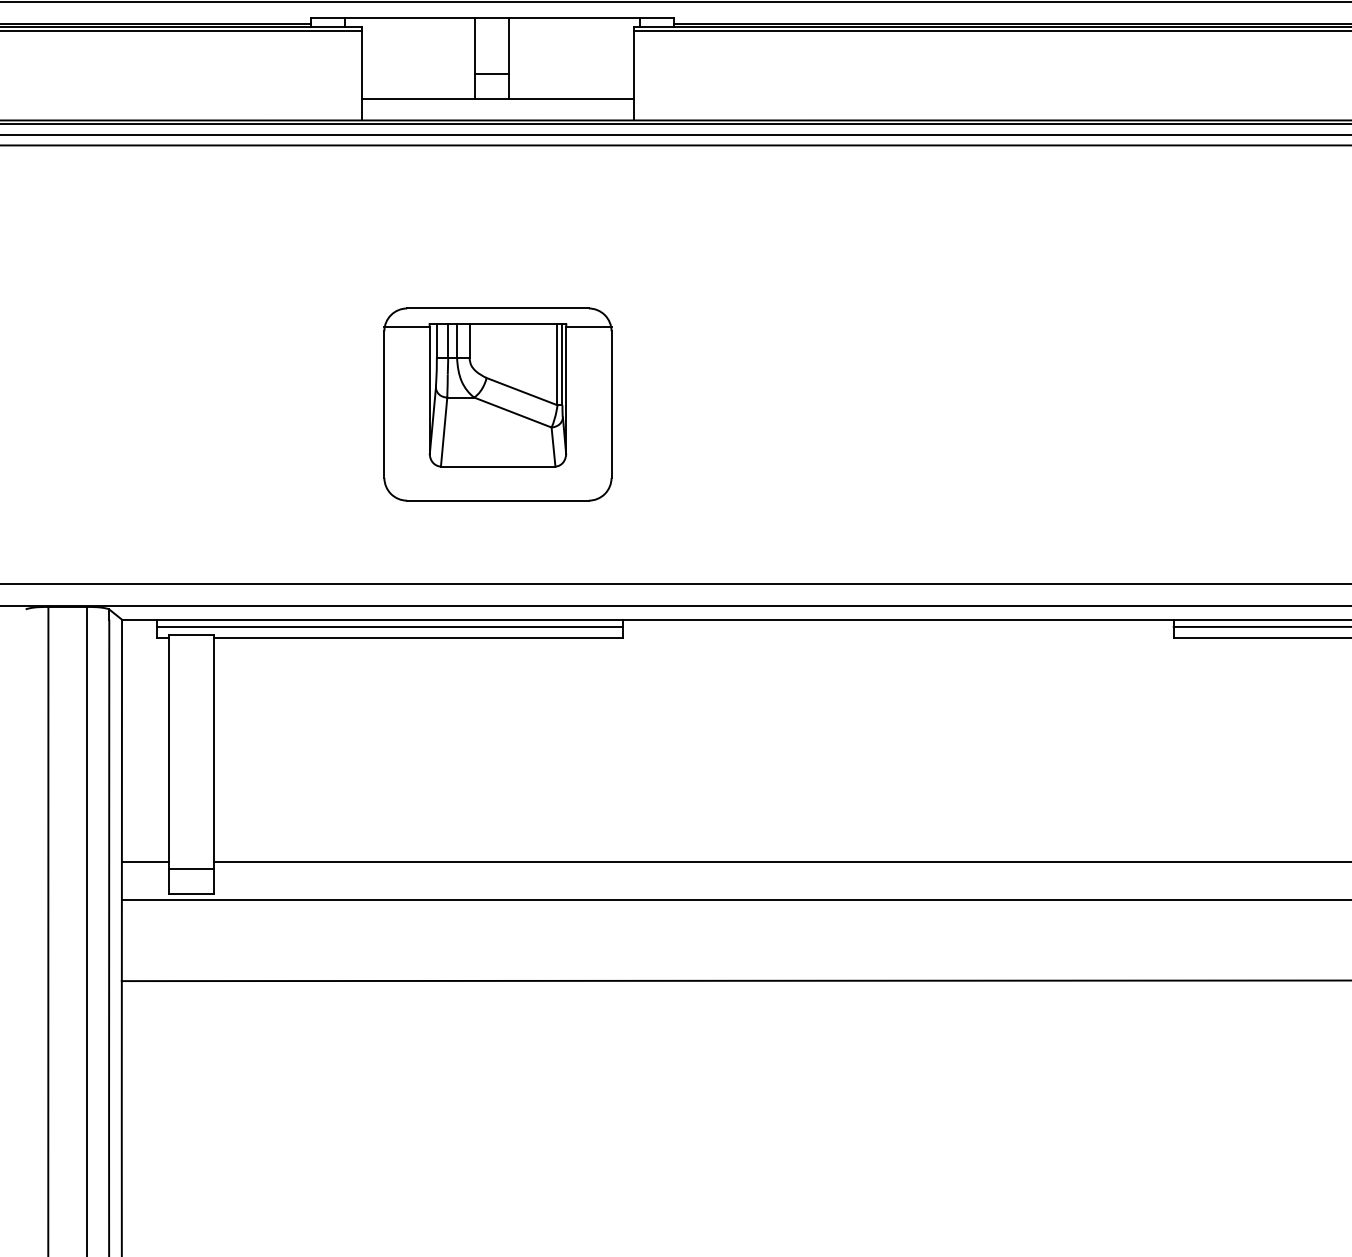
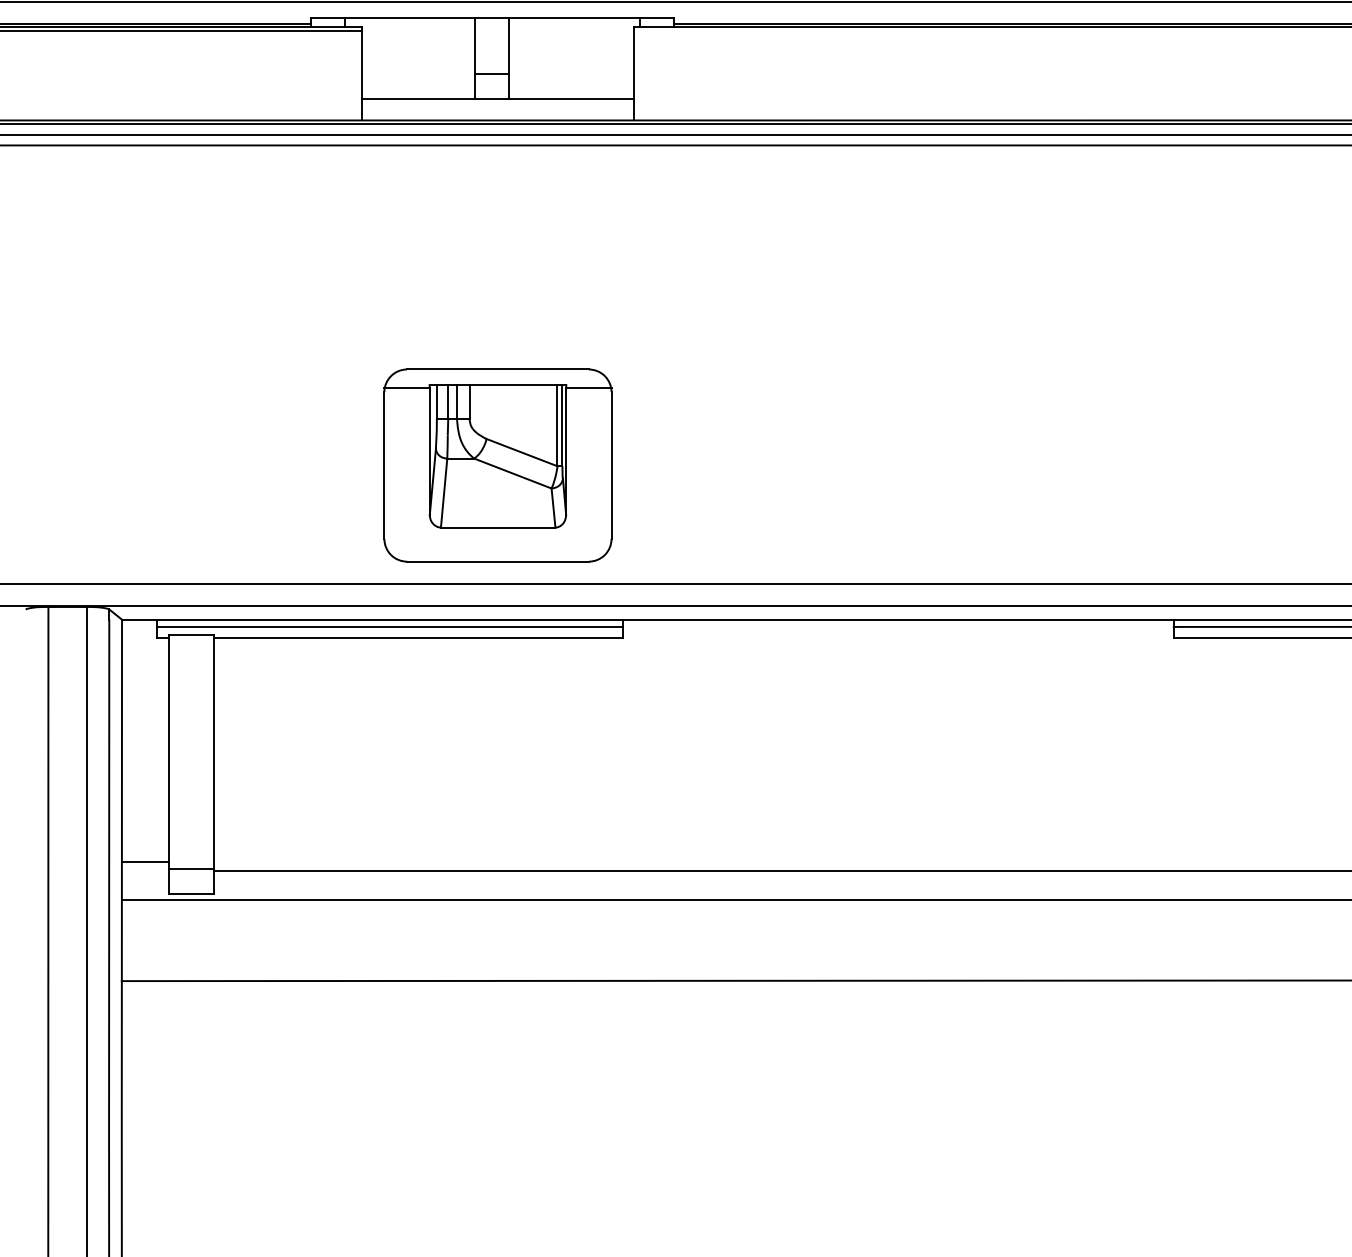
line at (991, 30): present -> none
part at (497, 404) position: (497, 404) -> (497, 465)
line at (781, 861) position: (781, 861) -> (781, 870)
